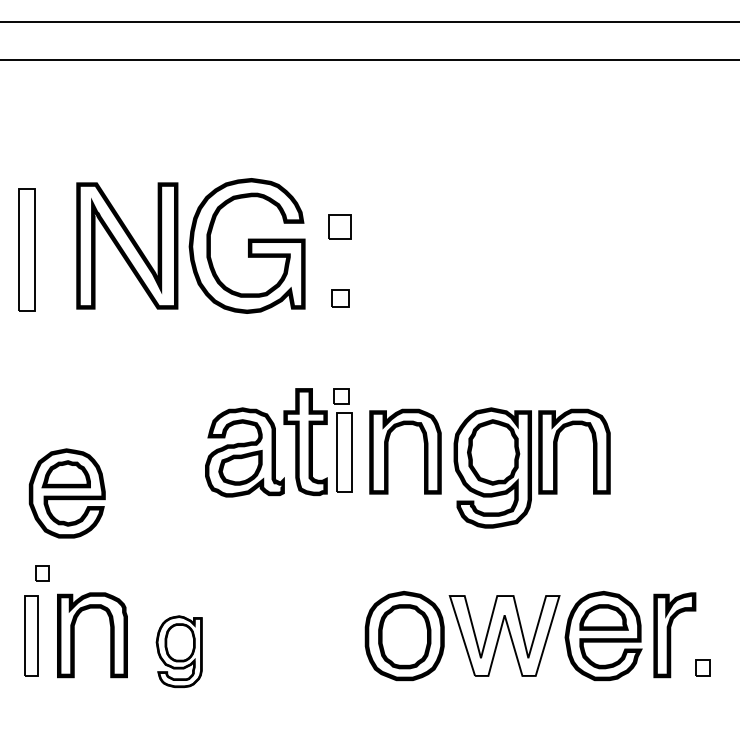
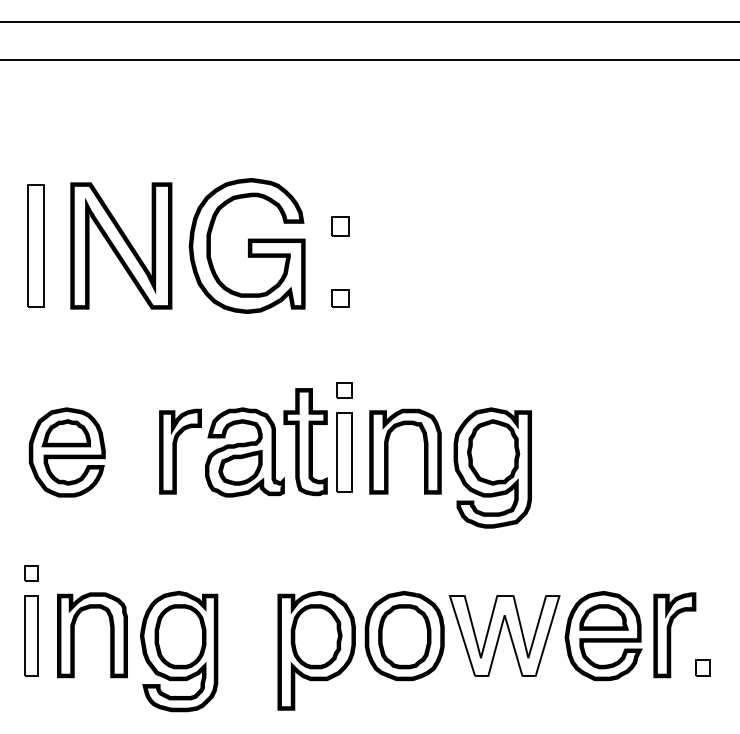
part at (339, 226) size: 24x26 px -> 19x21 px
part at (127, 245) position: (127, 245) -> (121, 245)
part at (26, 249) position: (26, 249) -> (35, 245)
part at (341, 396) position: (341, 396) -> (344, 390)
part at (180, 451): none -> present
part at (557, 451): present -> none
part at (66, 493) position: (66, 493) -> (66, 452)
part at (42, 573) position: (42, 573) -> (31, 573)
part at (316, 650): none -> present
part at (178, 651) size: 48x74 px -> 79x122 px
